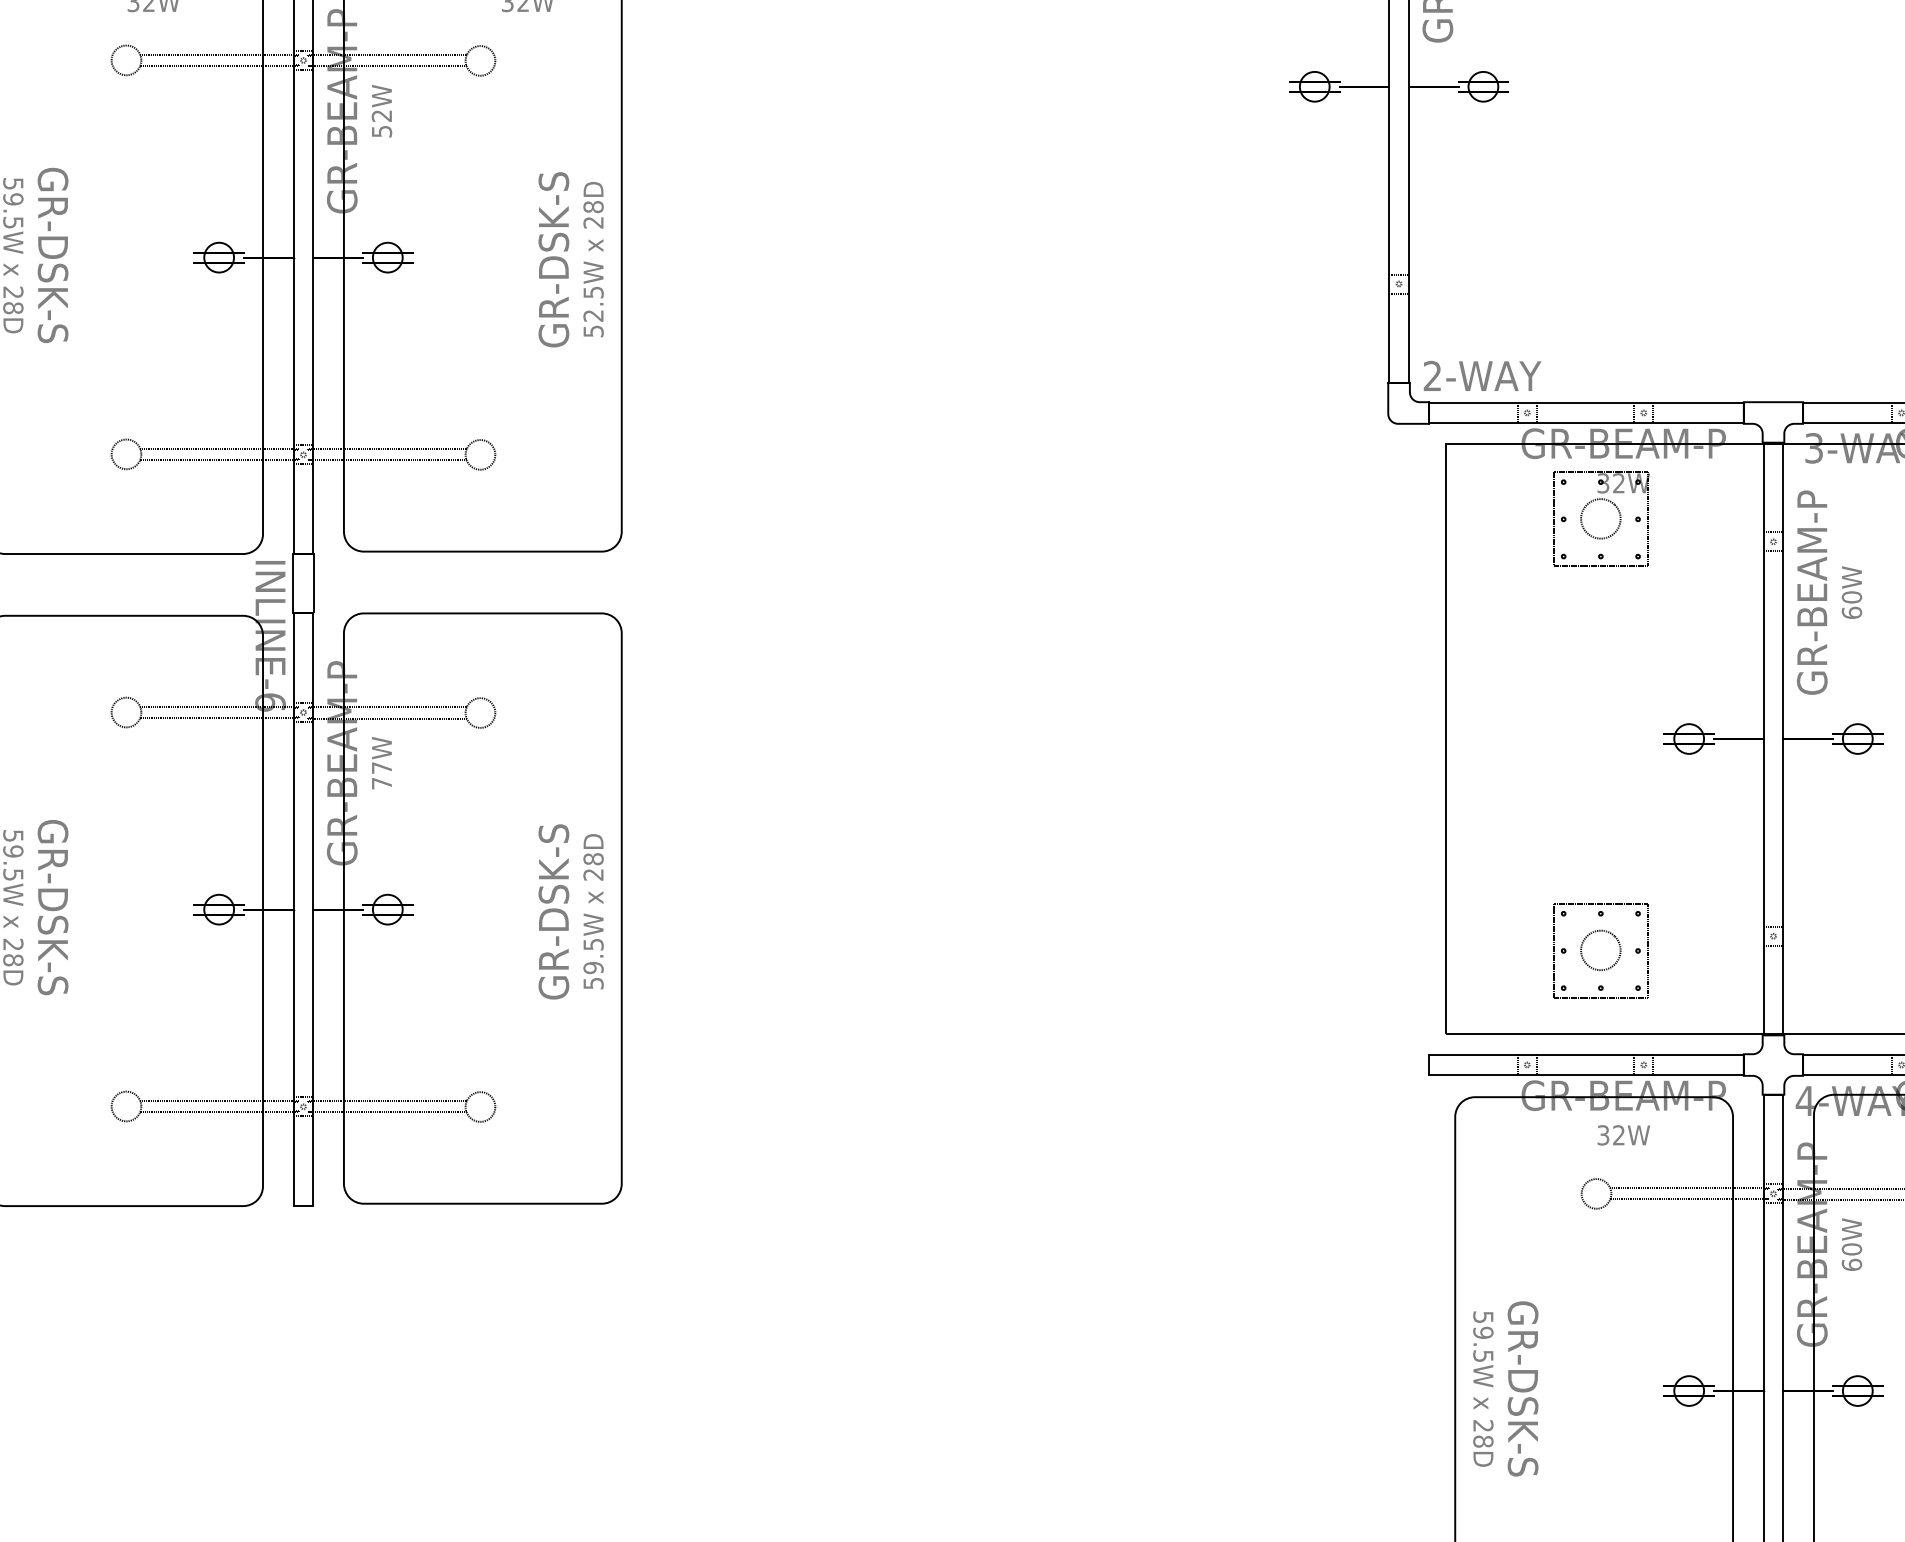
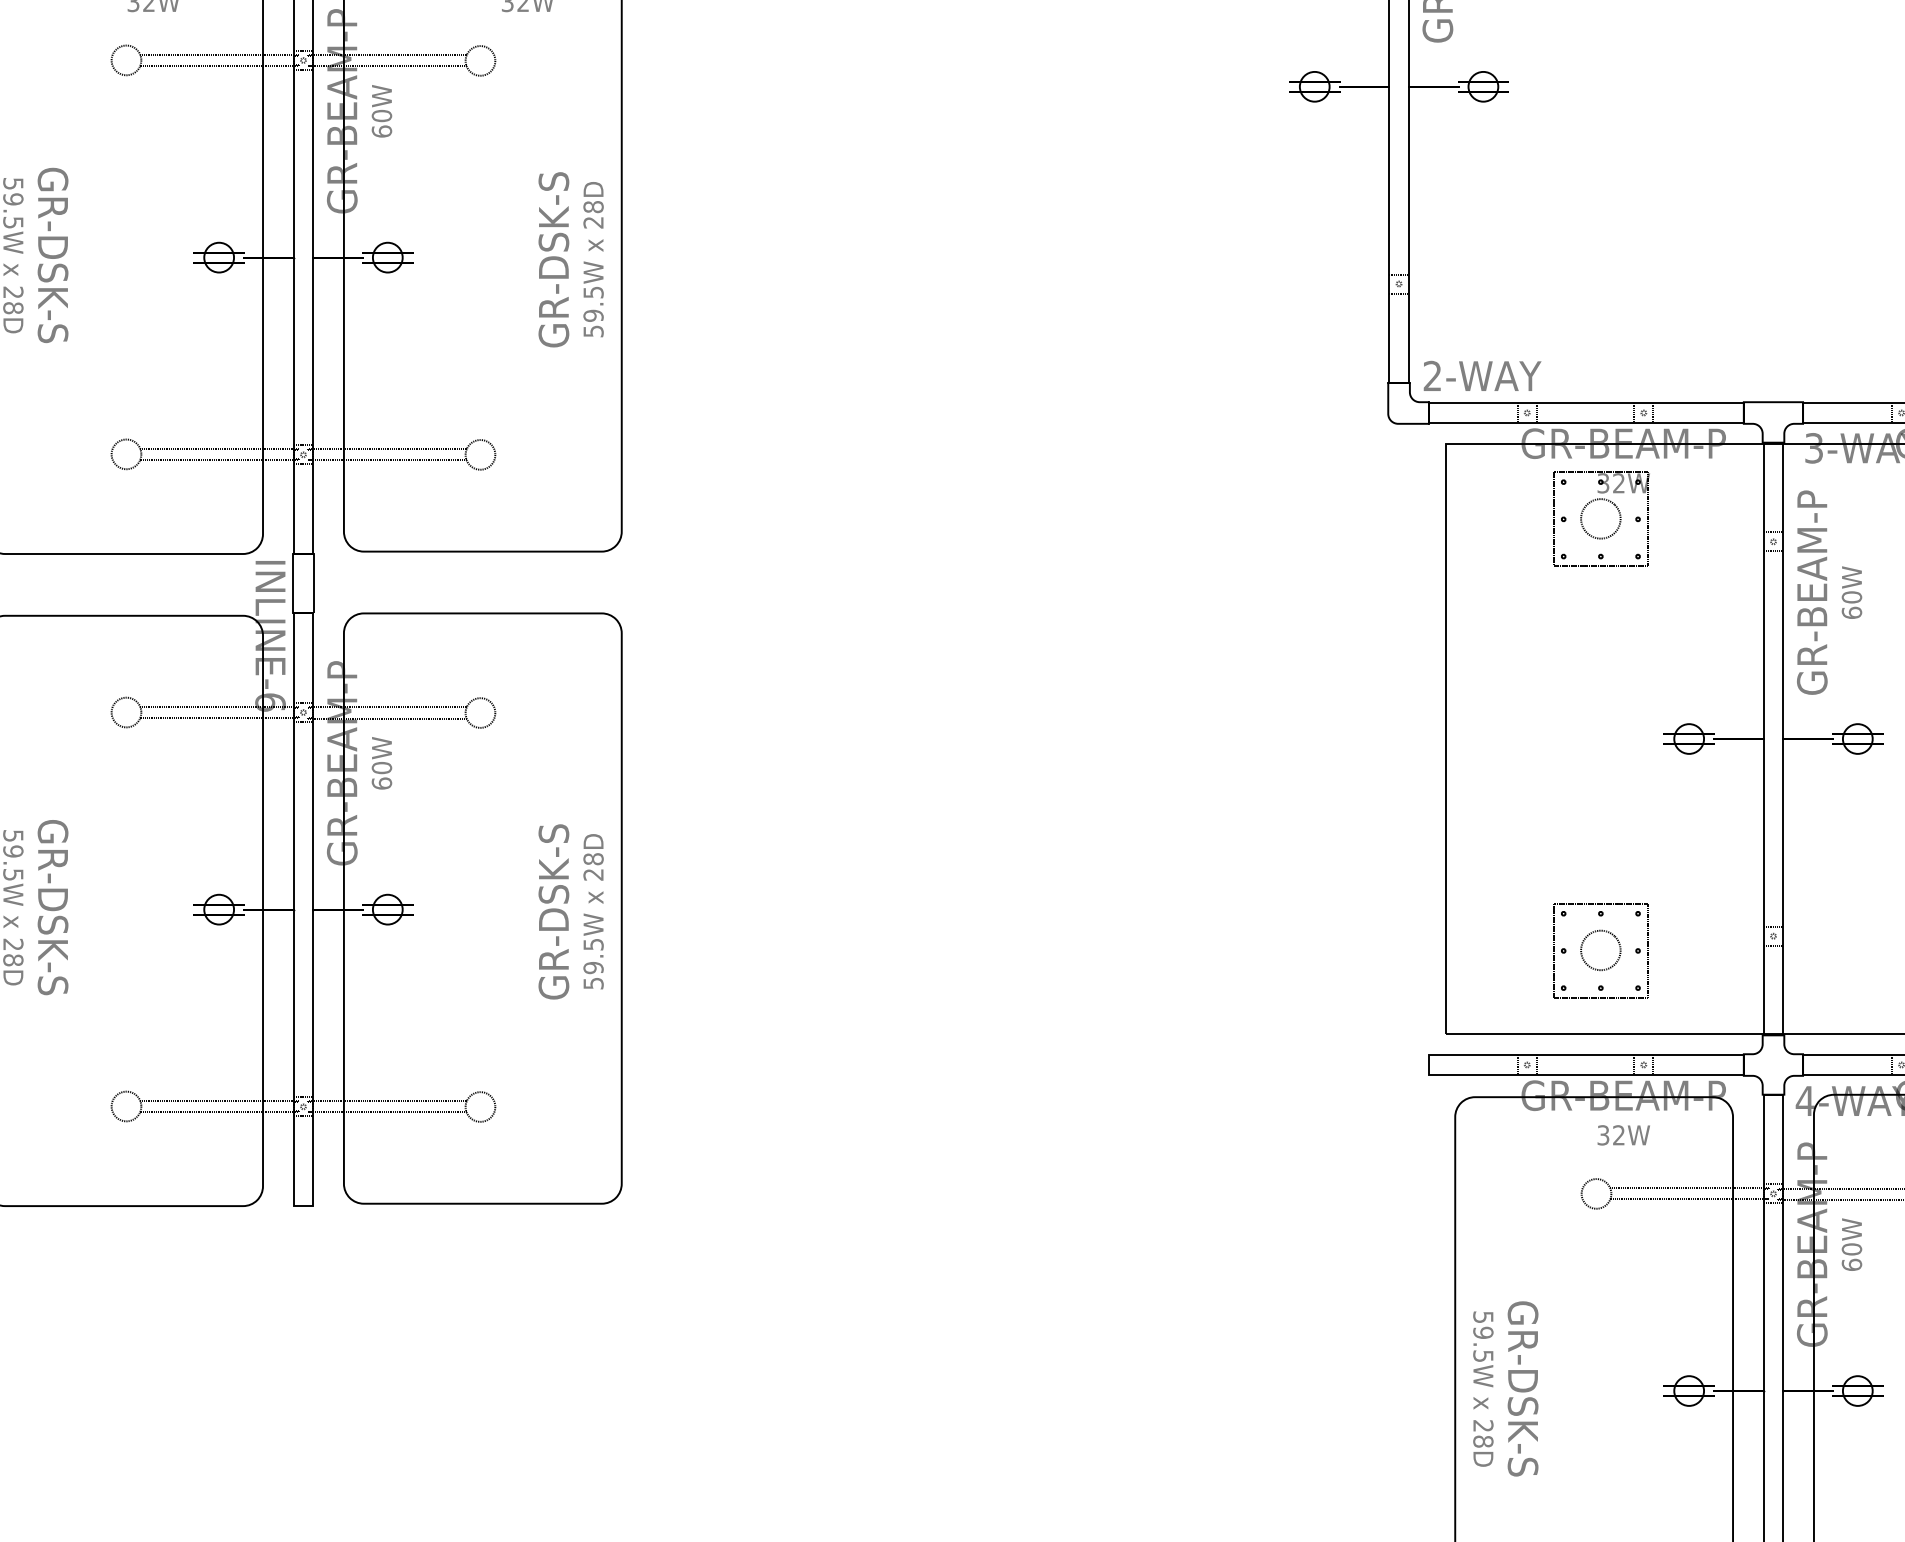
text at (381, 123): 52W -> 60W
text at (593, 315): 52.5W -> 59.5W
text at (381, 775): 77W -> 60W
